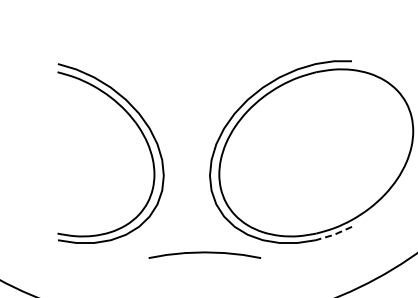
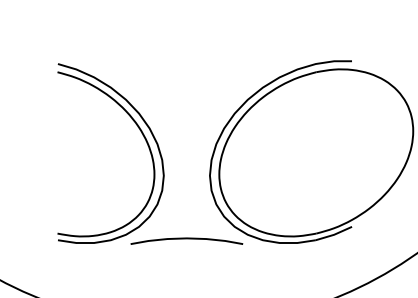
line at (334, 234): dashed -> solid
curve at (204, 253) position: (204, 253) -> (186, 239)
